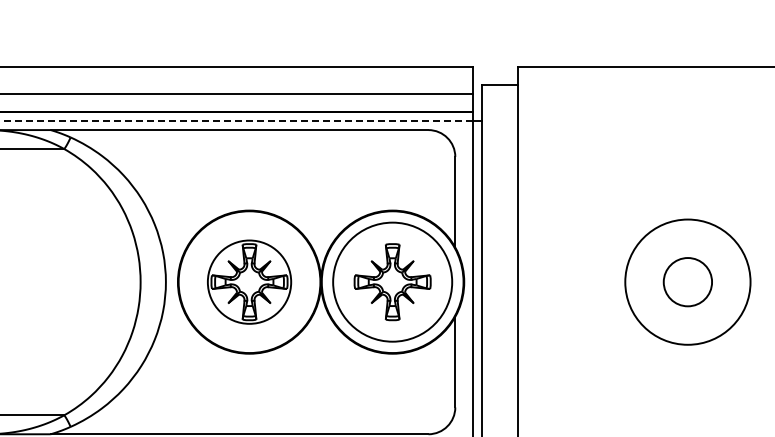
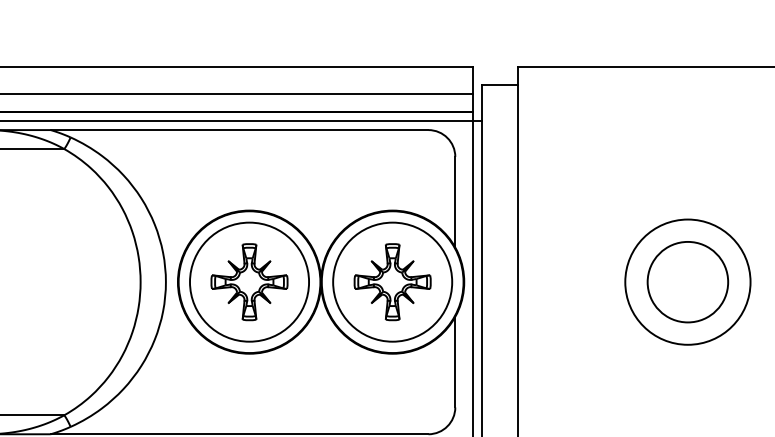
line at (236, 121): dashed -> solid
circle at (249, 281) diameter: 83 px -> 119 px
circle at (687, 282) diameter: 48 px -> 81 px
